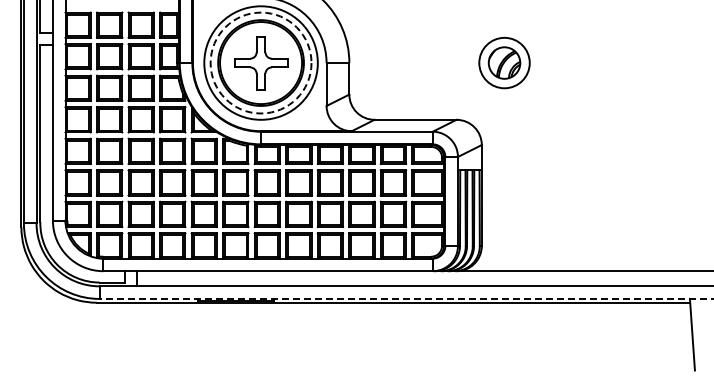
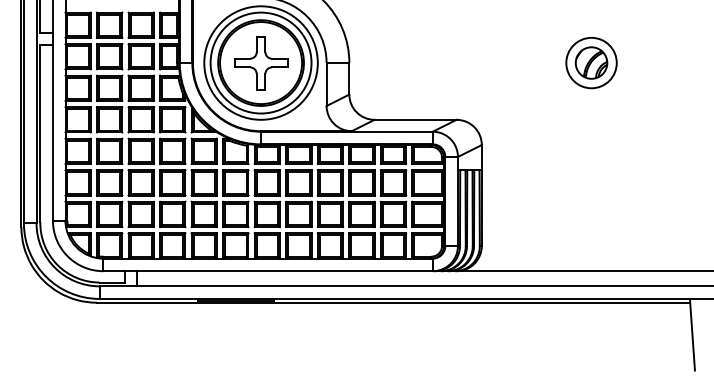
circle at (260, 62): dashed -> solid
part at (504, 63) position: (504, 63) -> (591, 63)
line at (406, 298): dashed -> solid
